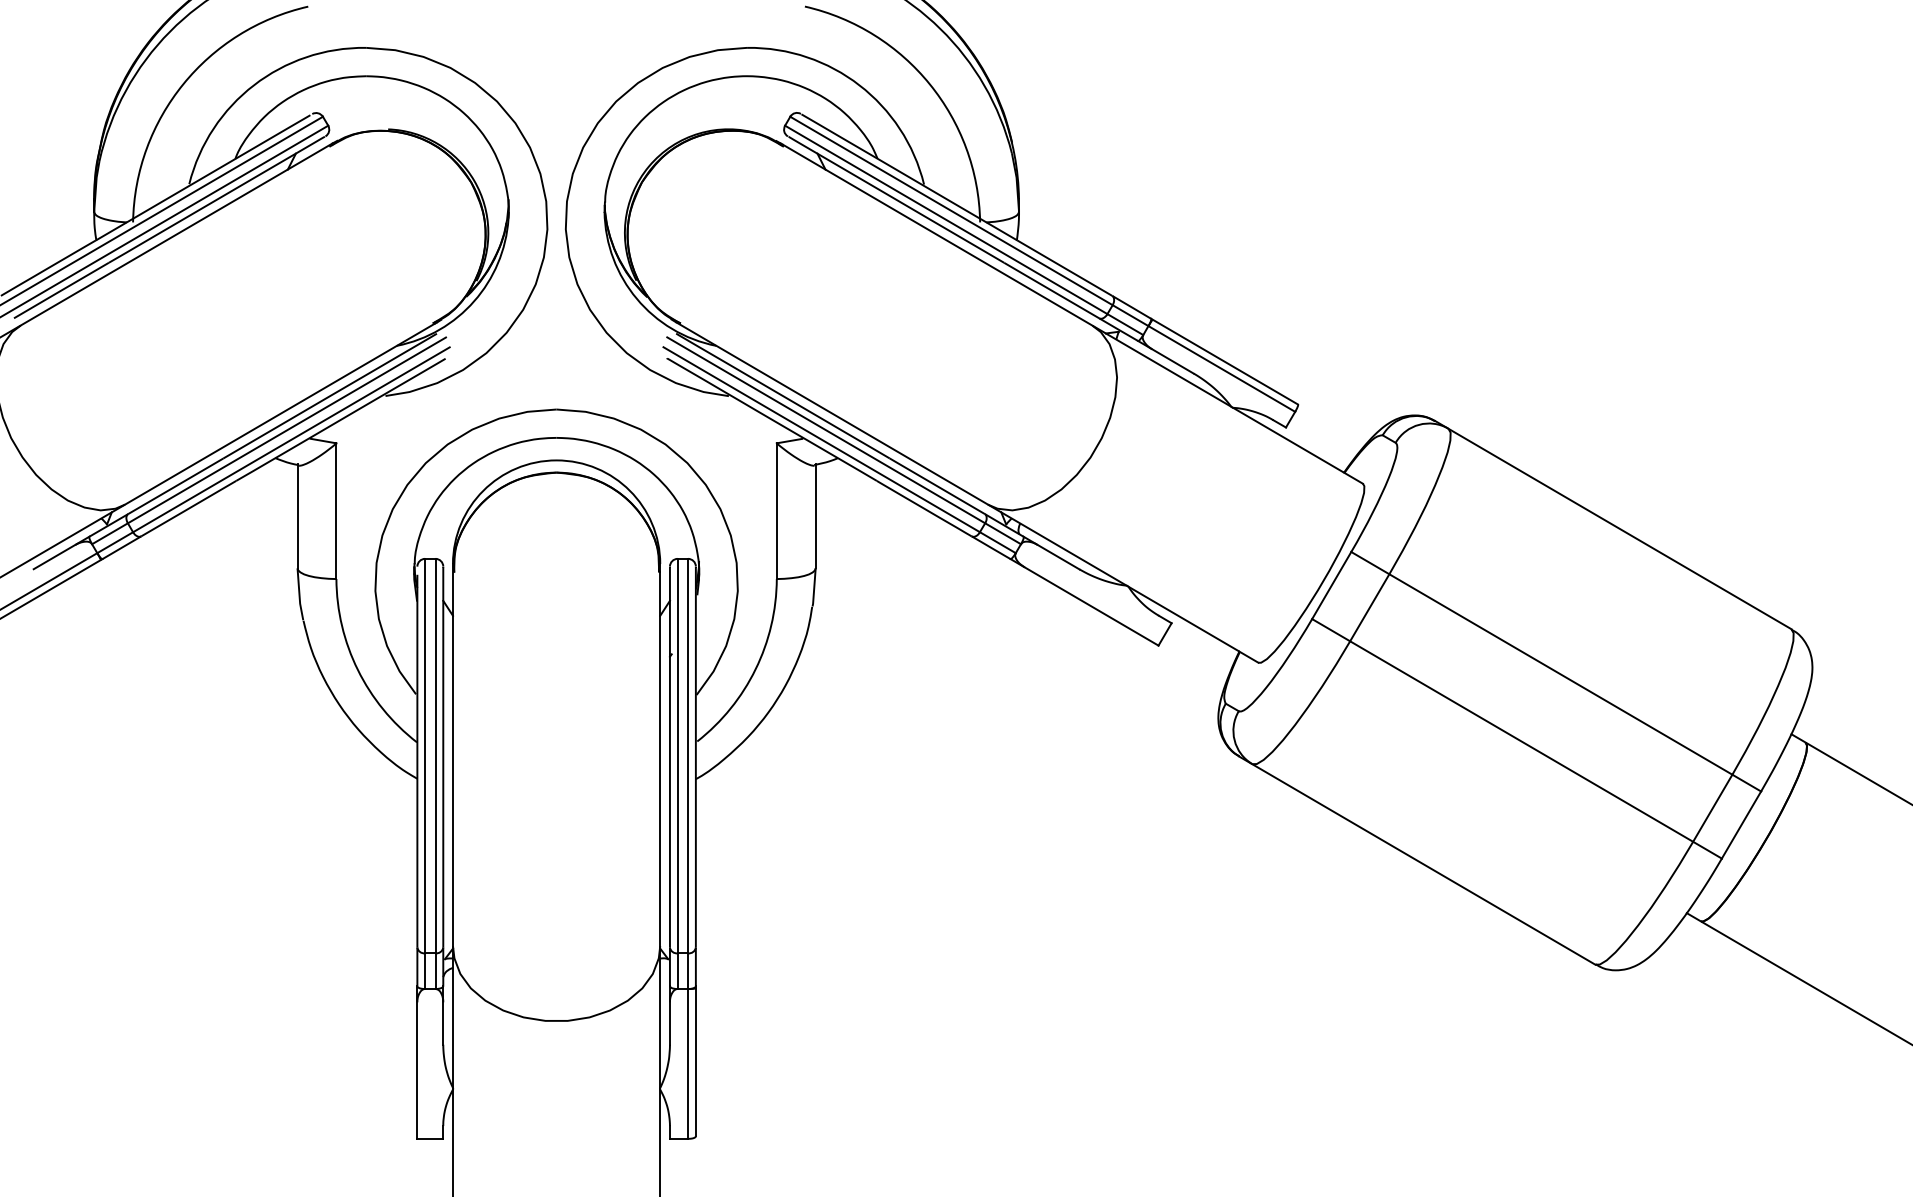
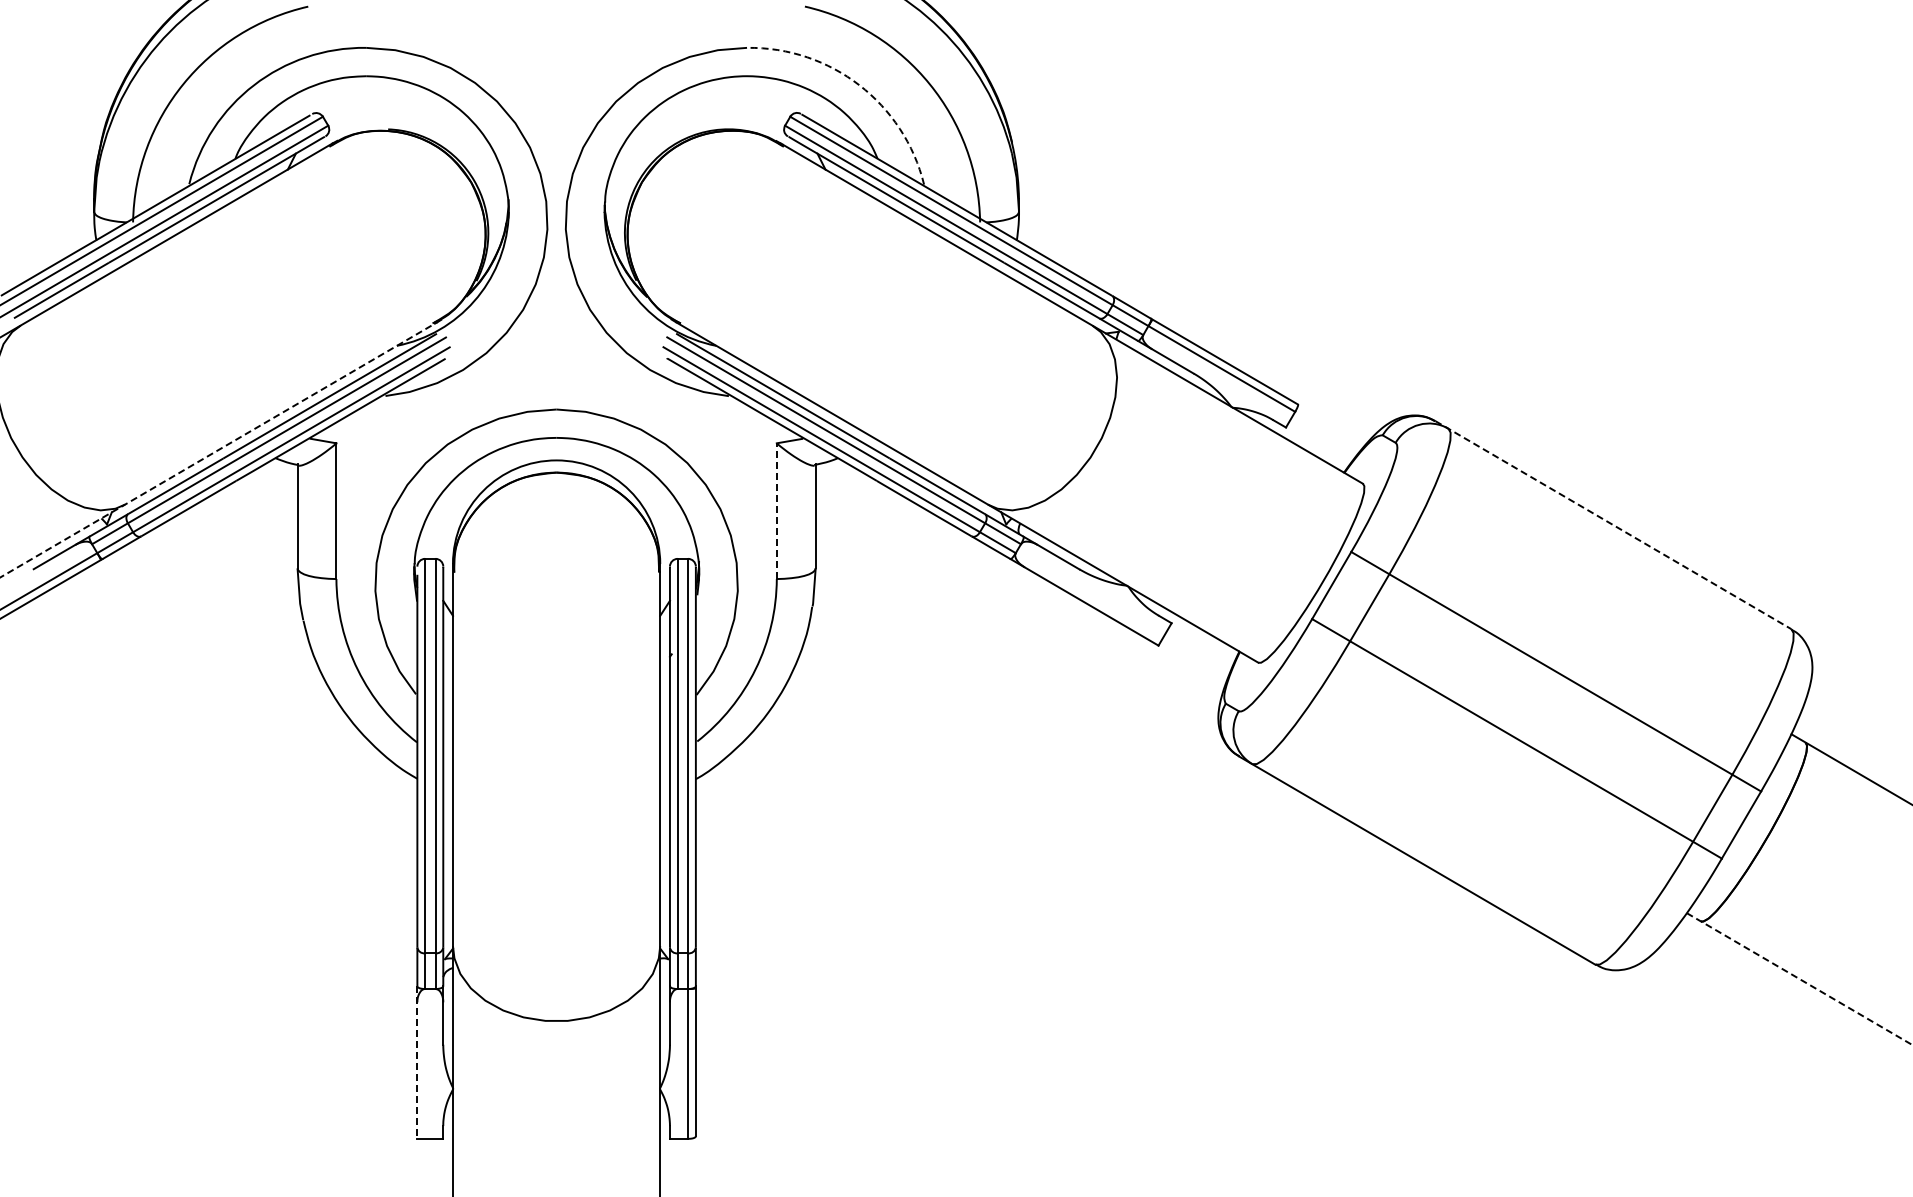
arc at (859, 85): solid -> dashed
line at (217, 450): solid -> dashed
line at (776, 511): solid -> dashed
line at (1613, 525): solid -> dashed
line at (1799, 979): solid -> dashed
line at (417, 1063): solid -> dashed
